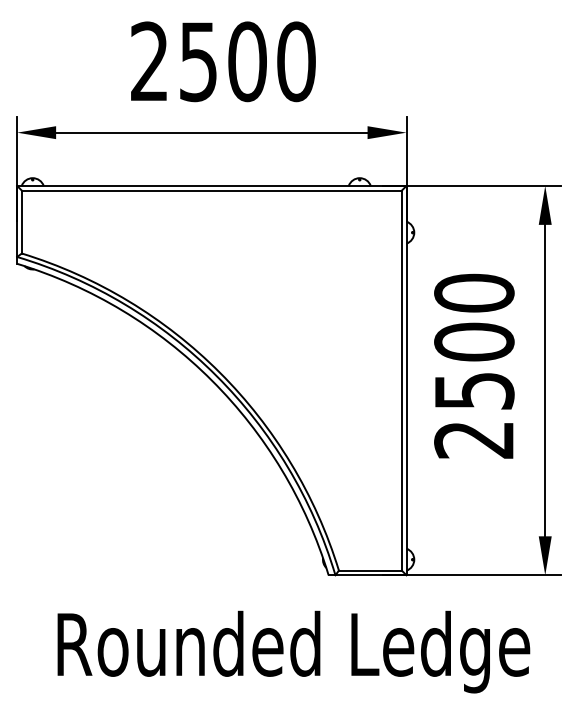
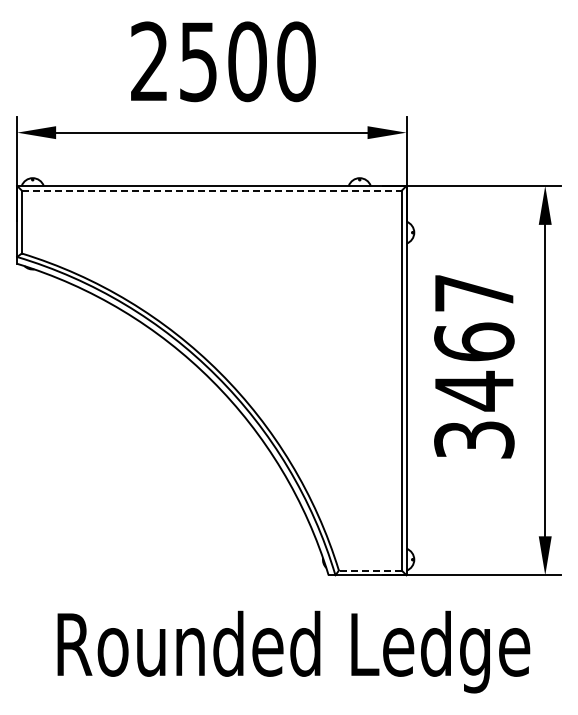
line at (211, 190): solid -> dashed
text at (474, 365): 2500 -> 3467
line at (369, 570): solid -> dashed
